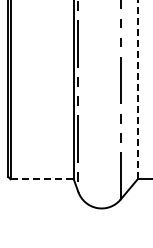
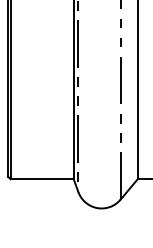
line at (137, 89): dashed -> solid
line at (42, 179): dashed -> solid
